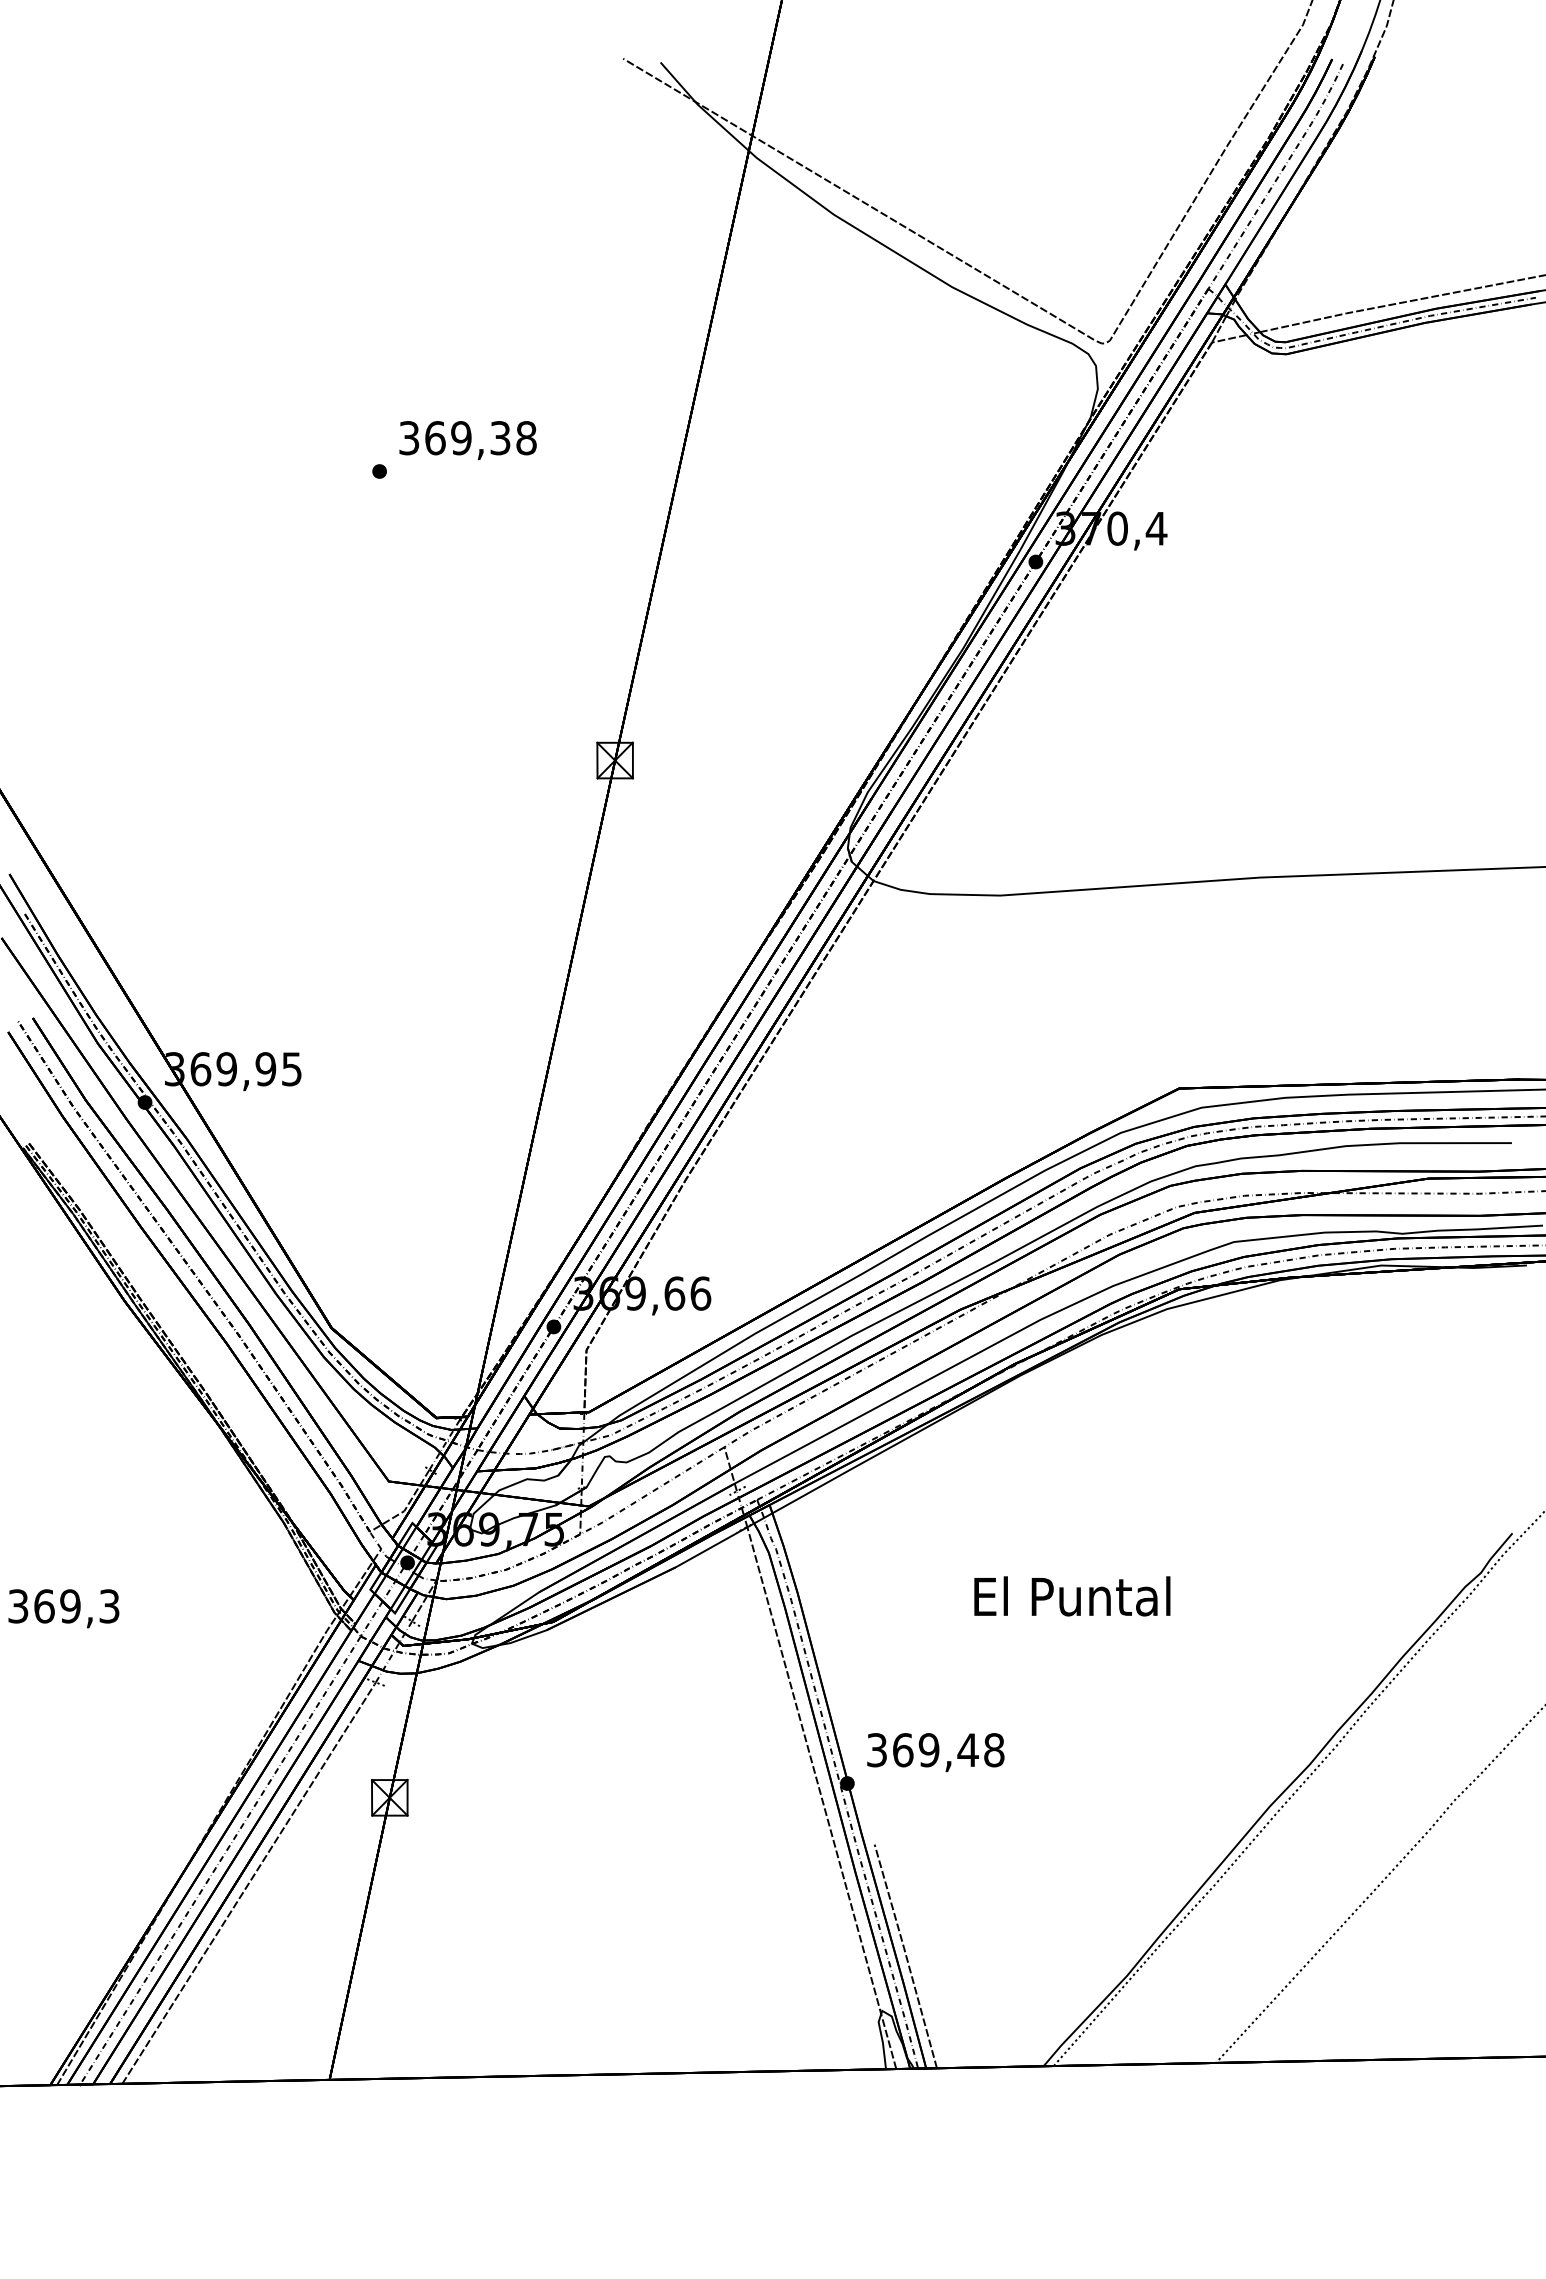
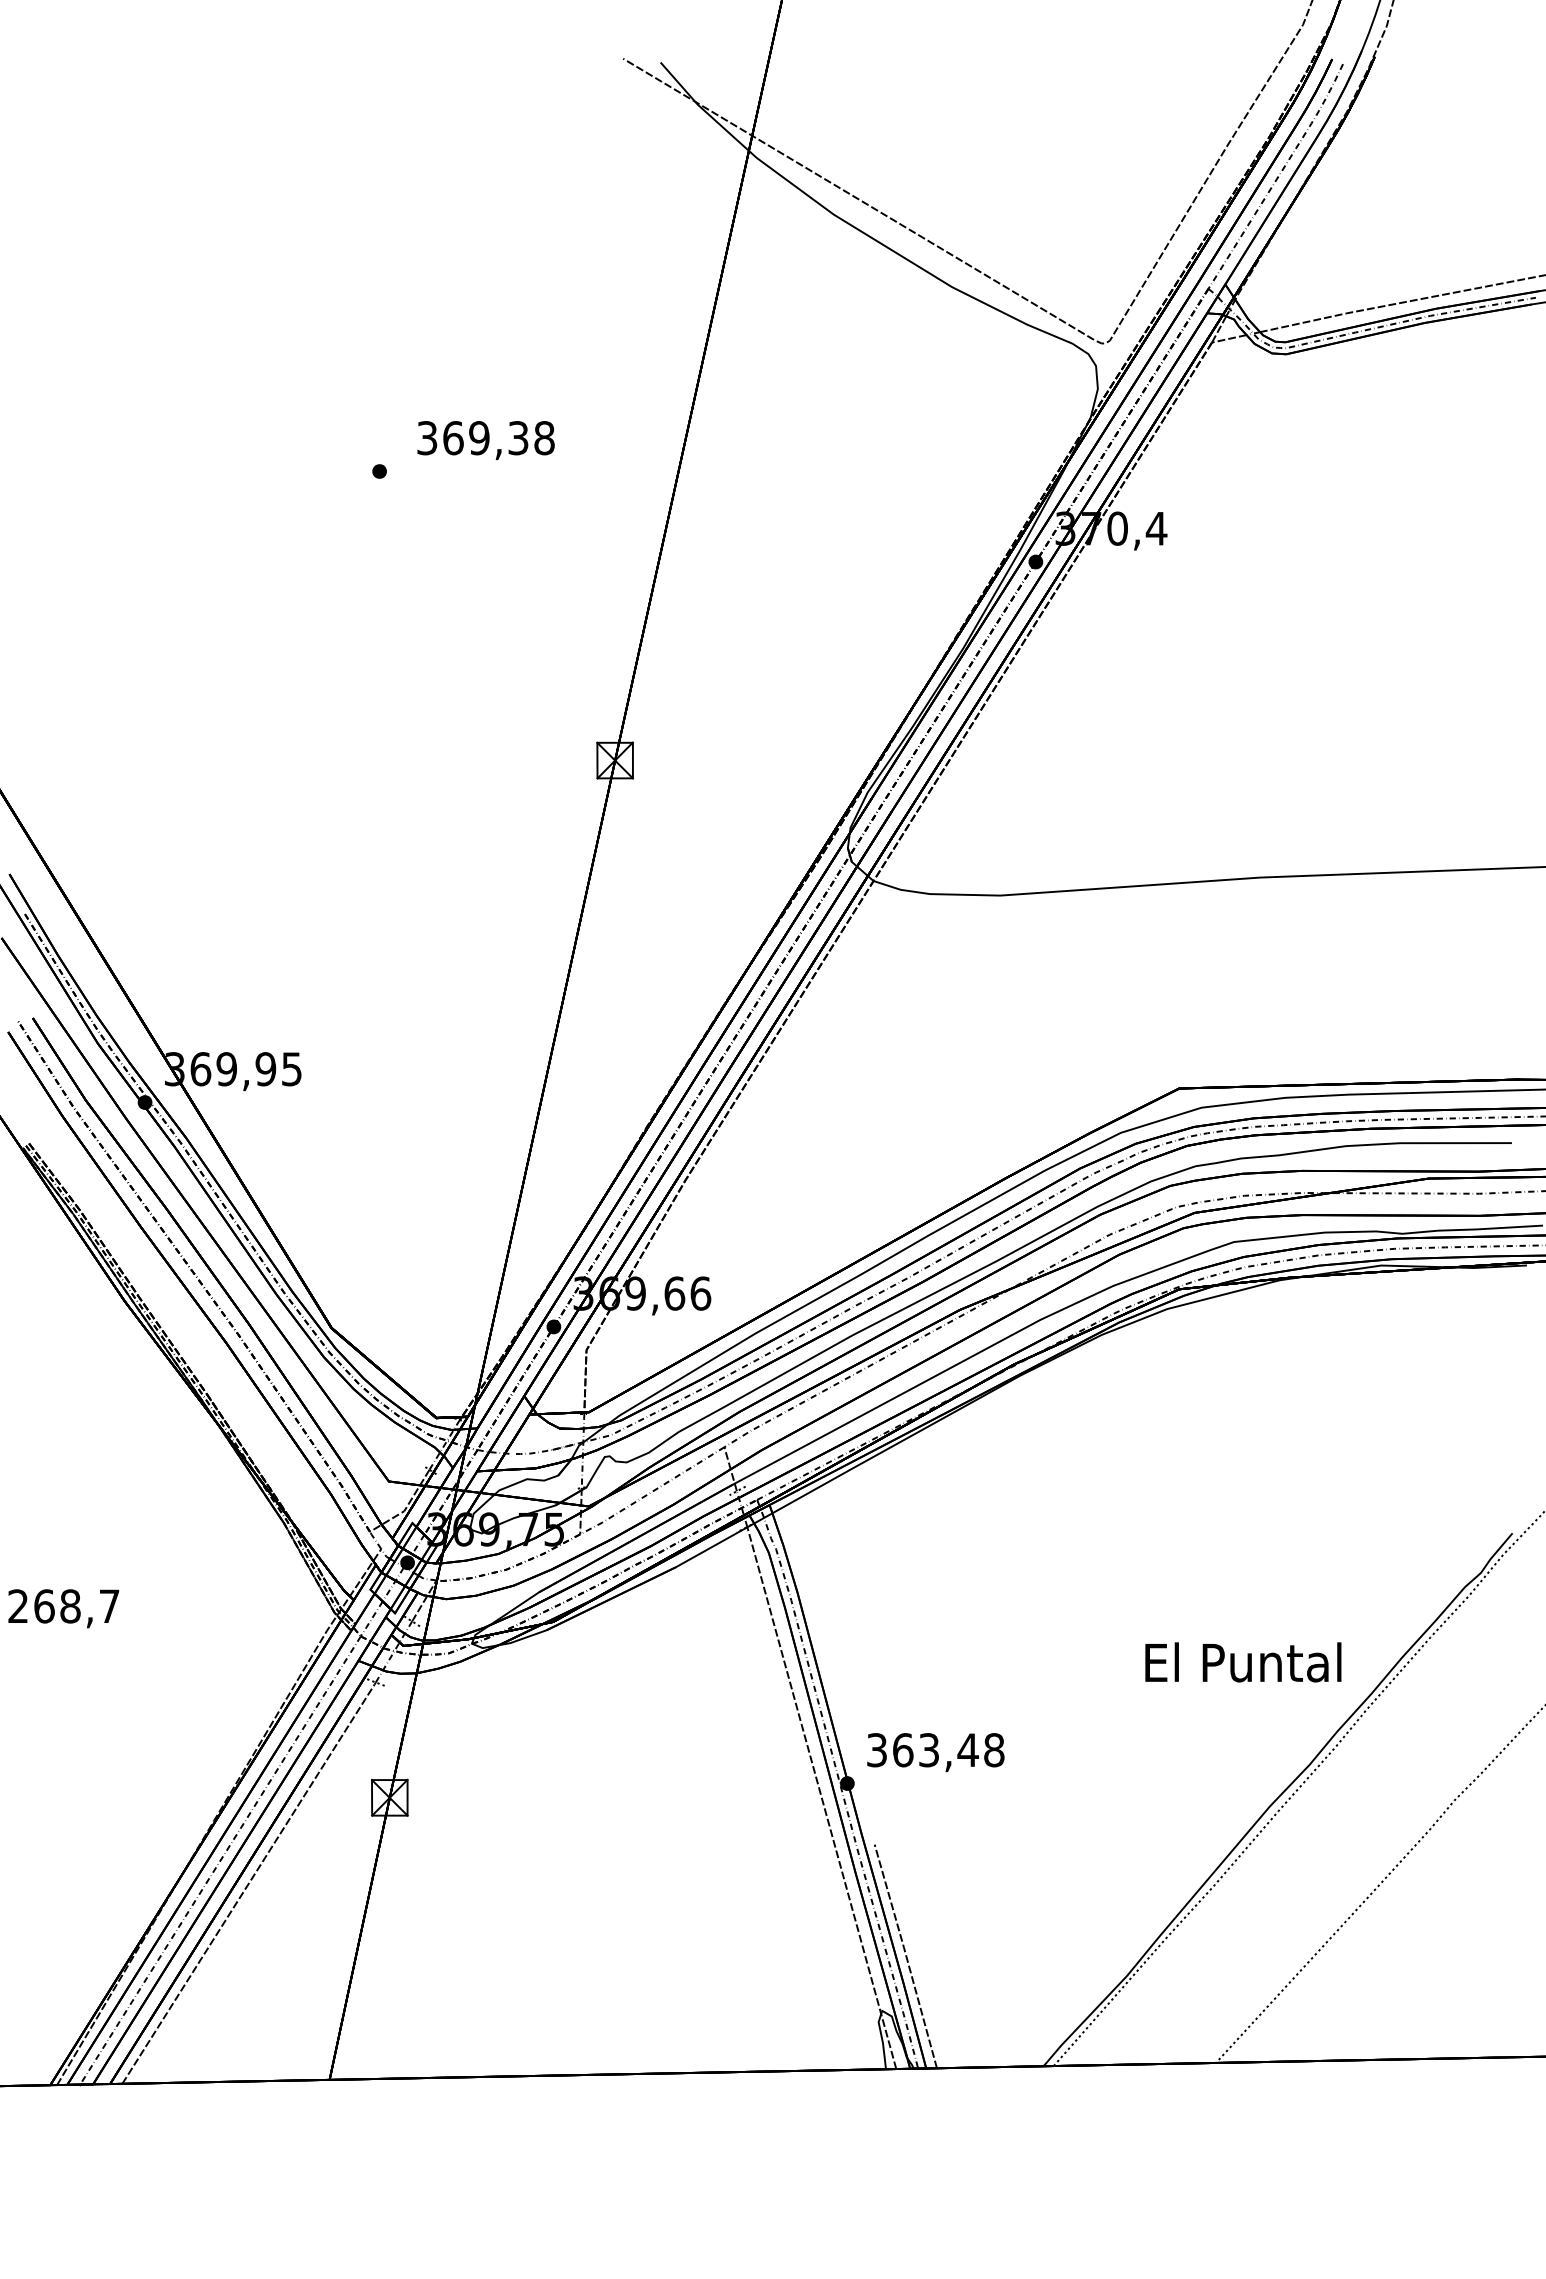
text at (467, 440) position: (467, 440) -> (485, 440)
text at (1072, 1596) position: (1072, 1596) -> (1243, 1662)
text at (63, 1606): 369,3 -> 268,7
text at (928, 1750): 369,48 -> 363,48
